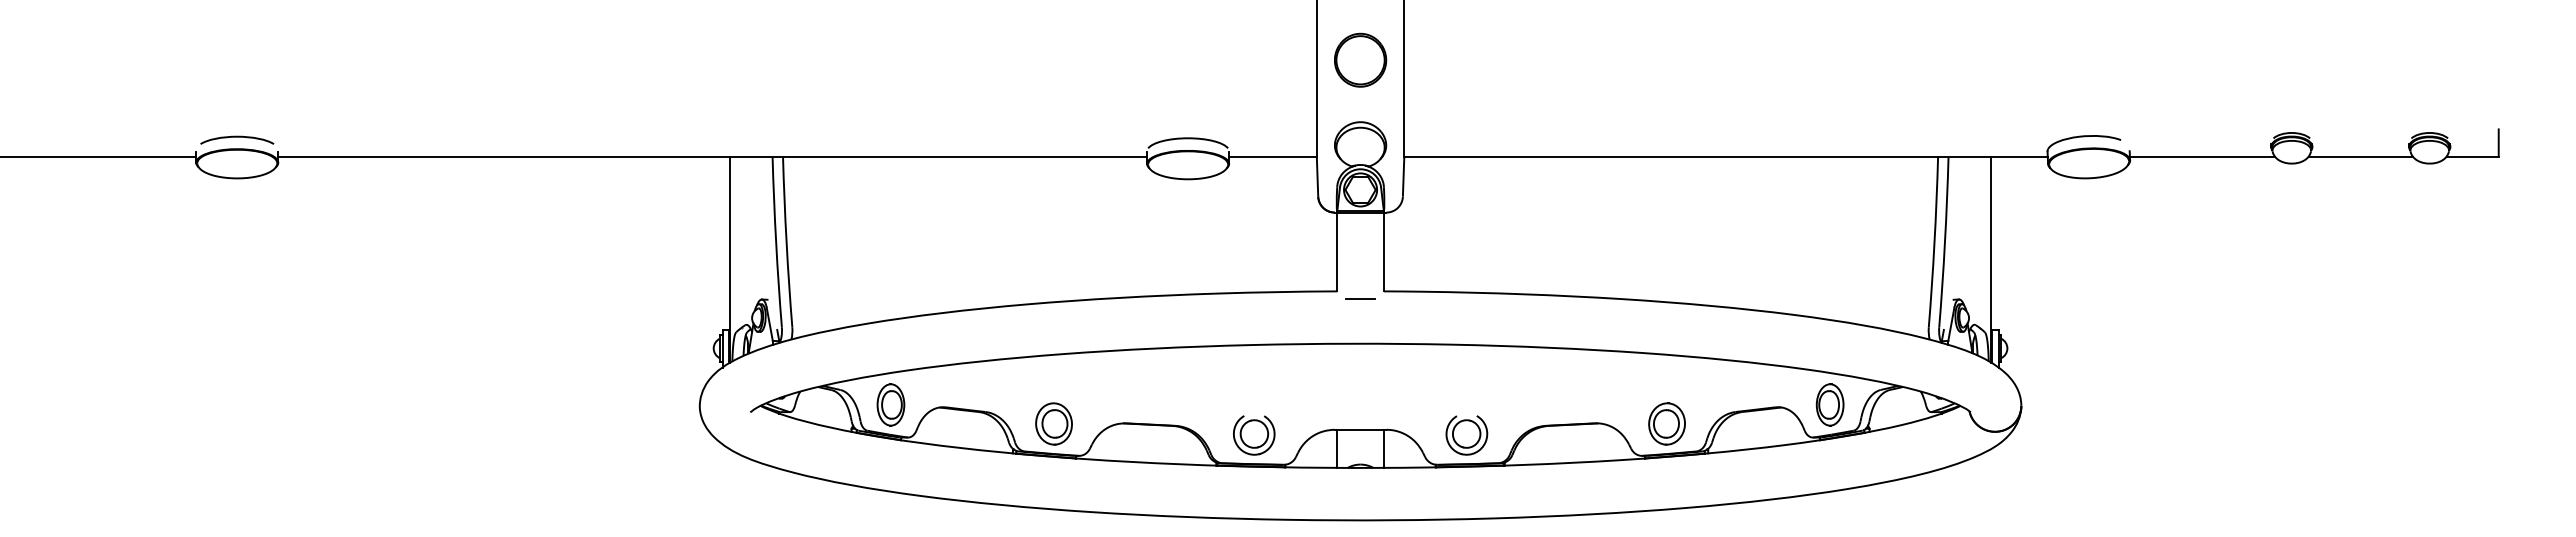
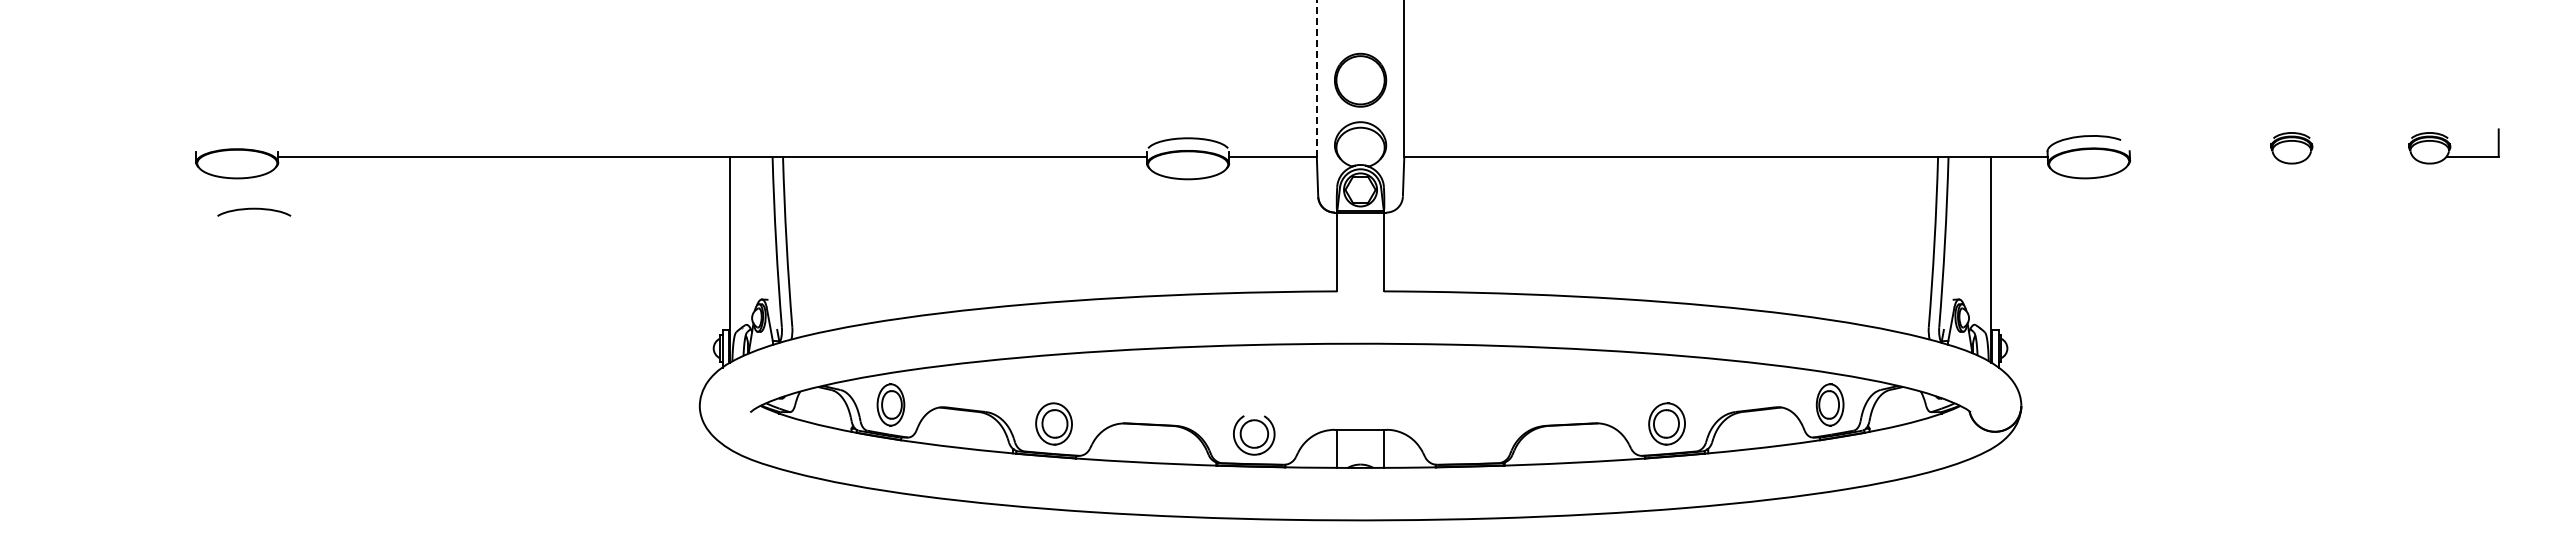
part at (1360, 59) position: (1360, 59) -> (1360, 79)
line at (1316, 79): solid -> dashed
curve at (237, 137) position: (237, 137) -> (254, 209)
line at (99, 156): present -> none
line at (2201, 156): present -> none
line at (2360, 156): present -> none
line at (1360, 298): present -> none
part at (1466, 435): present -> none
